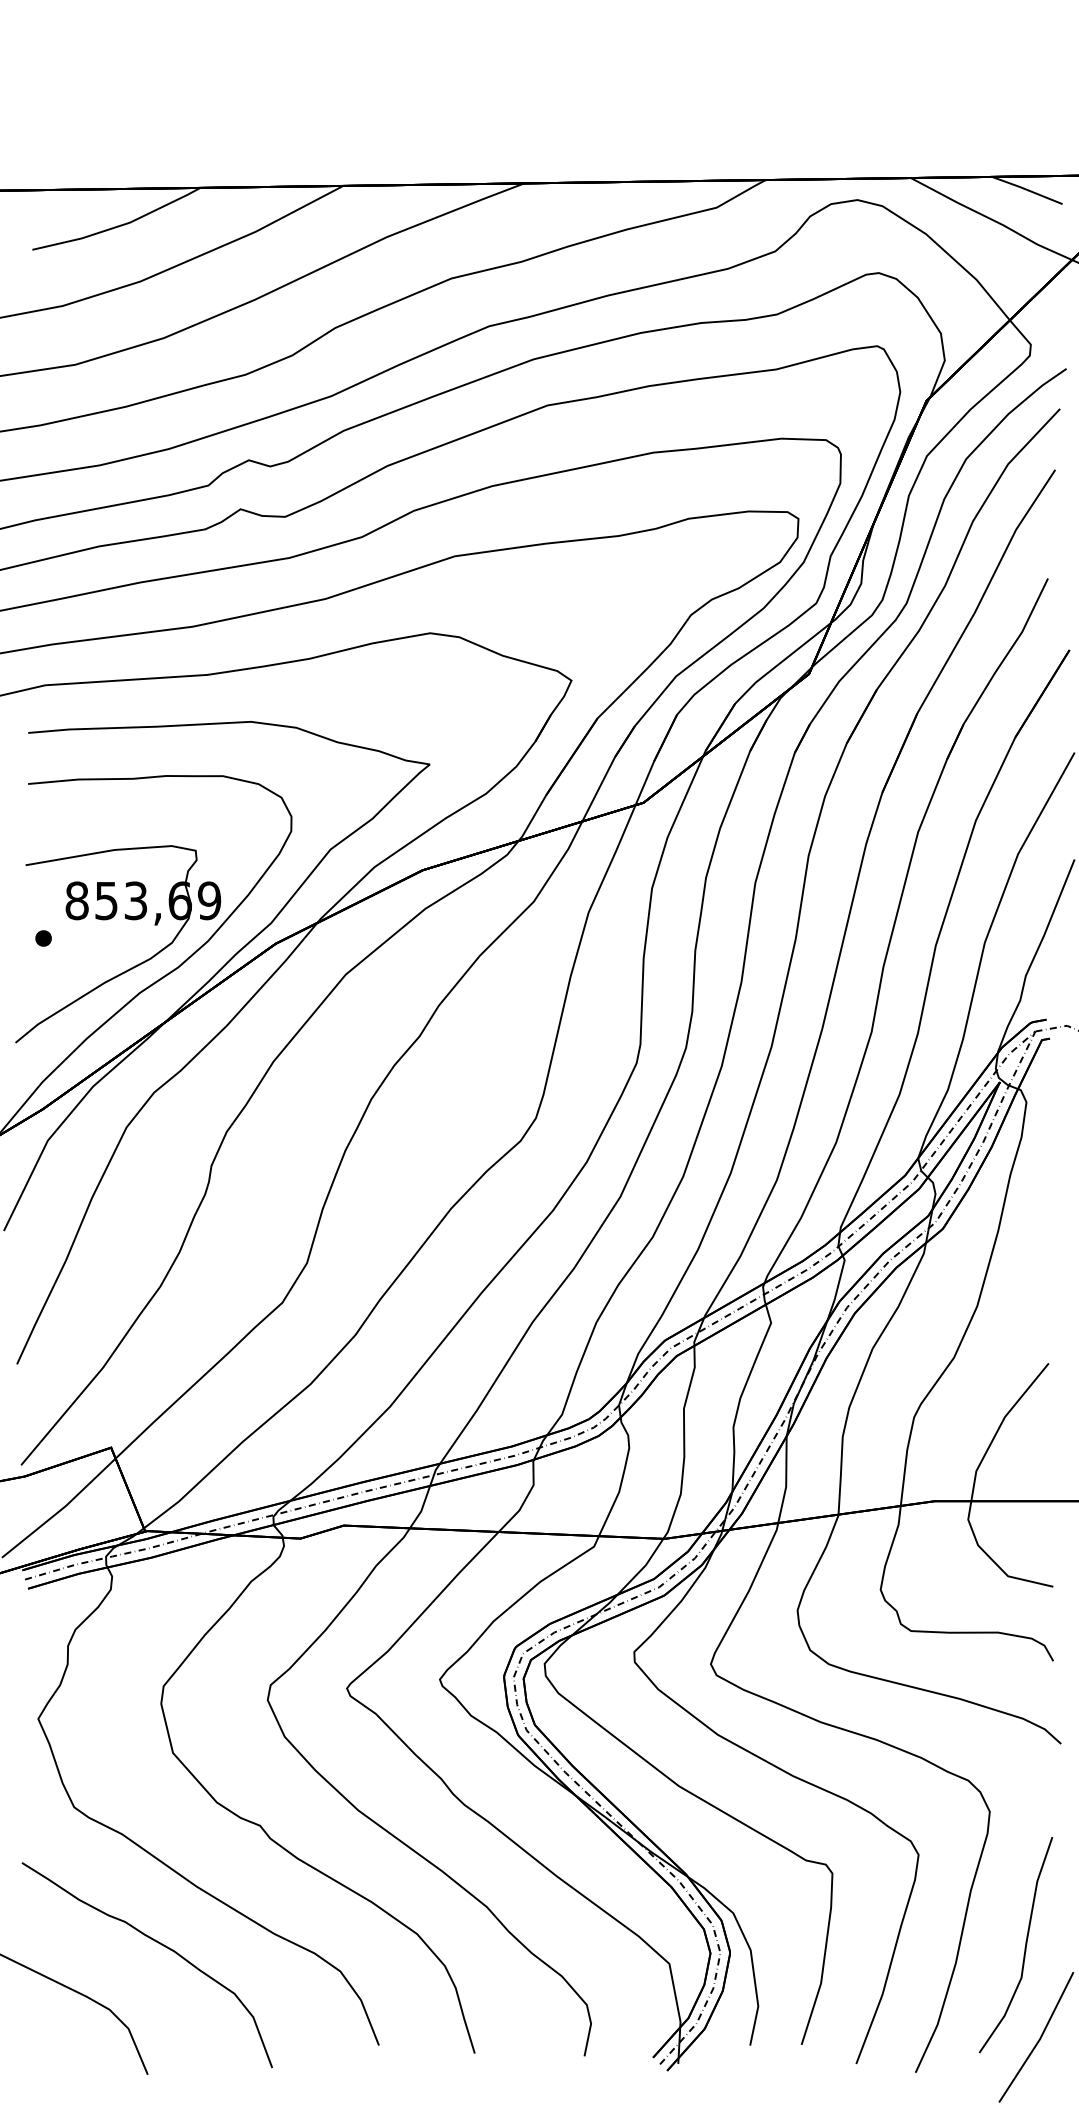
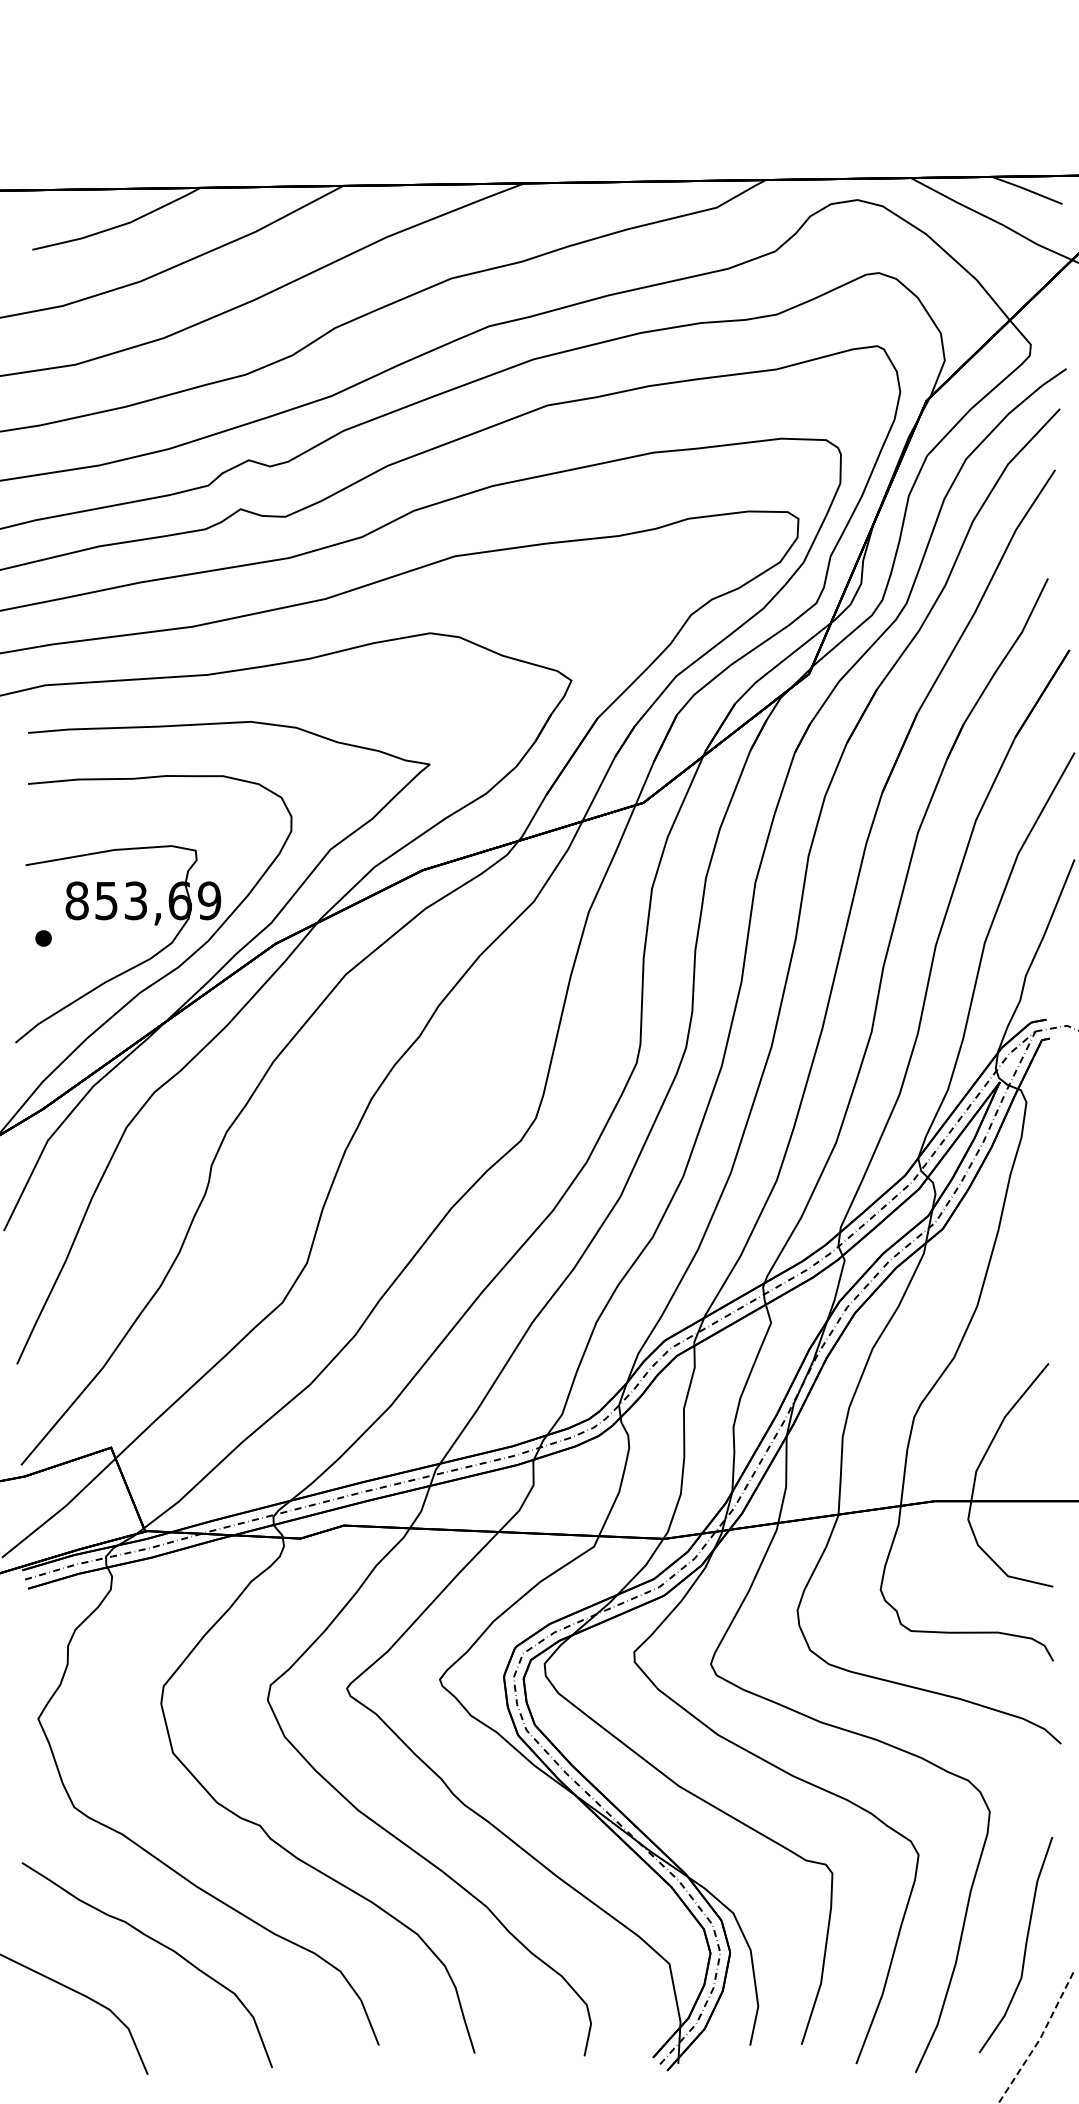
line at (1040, 2039): solid -> dashed
